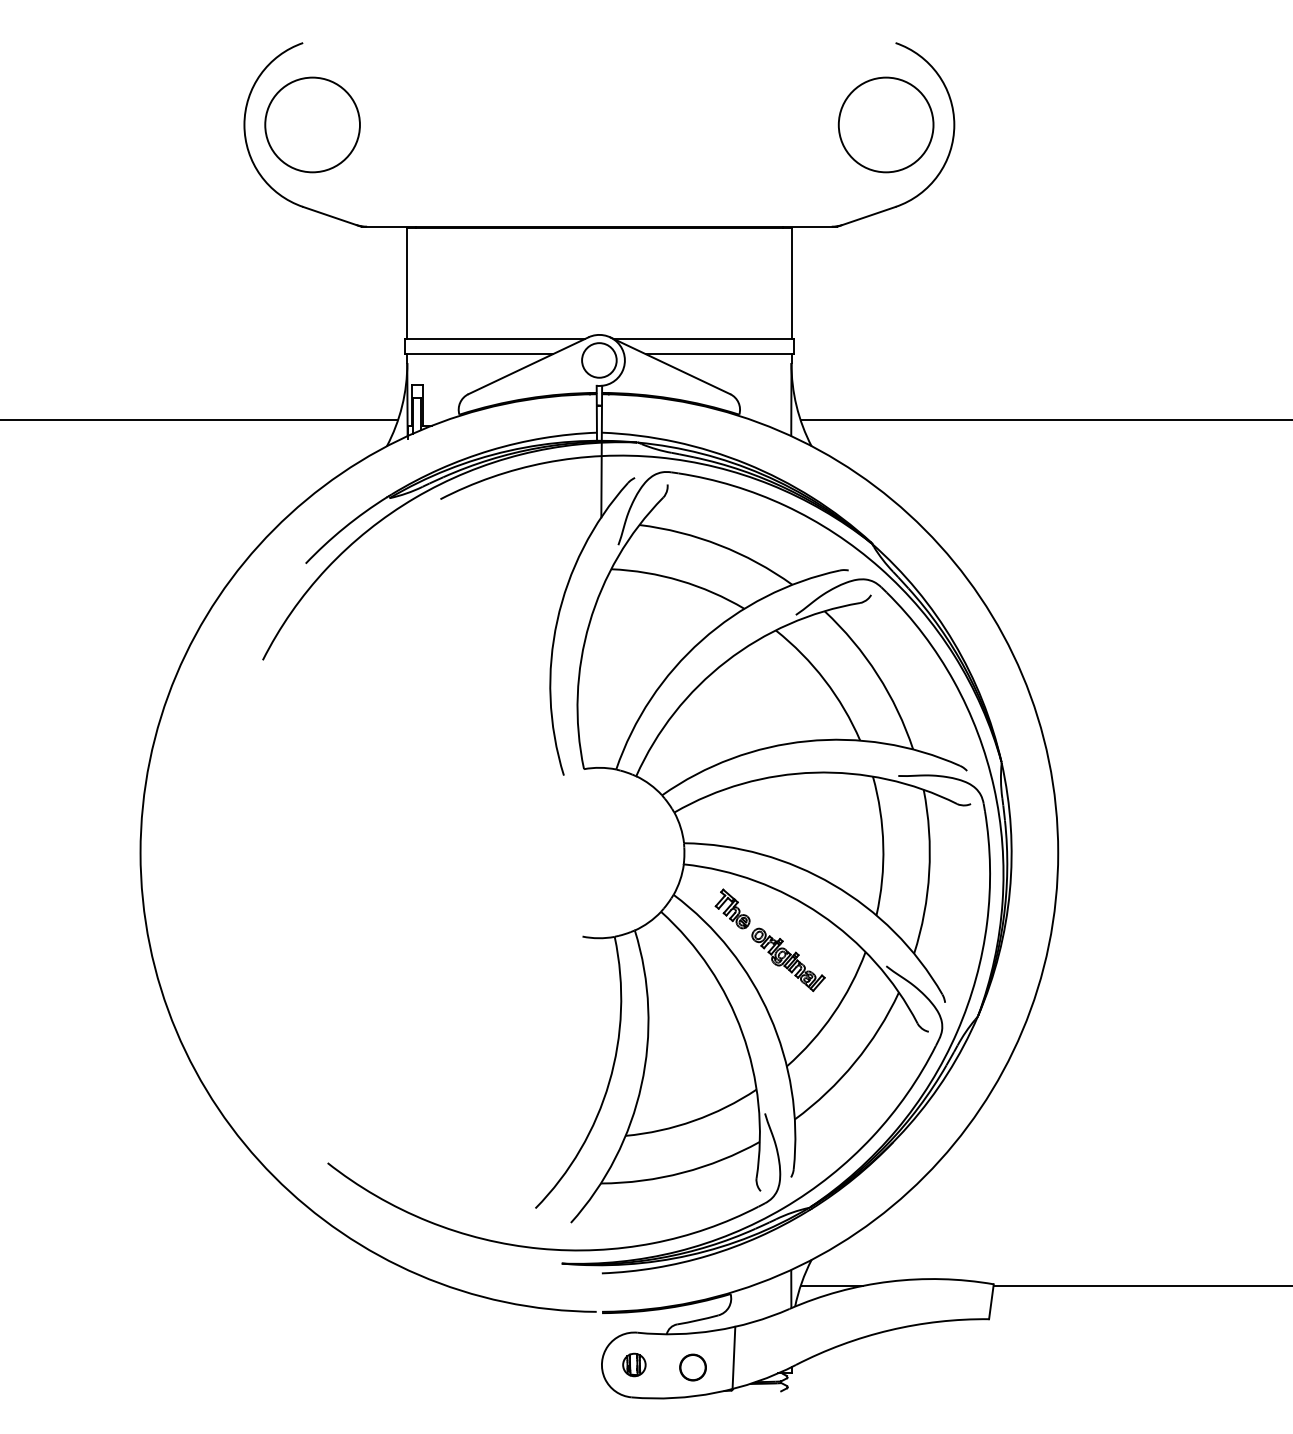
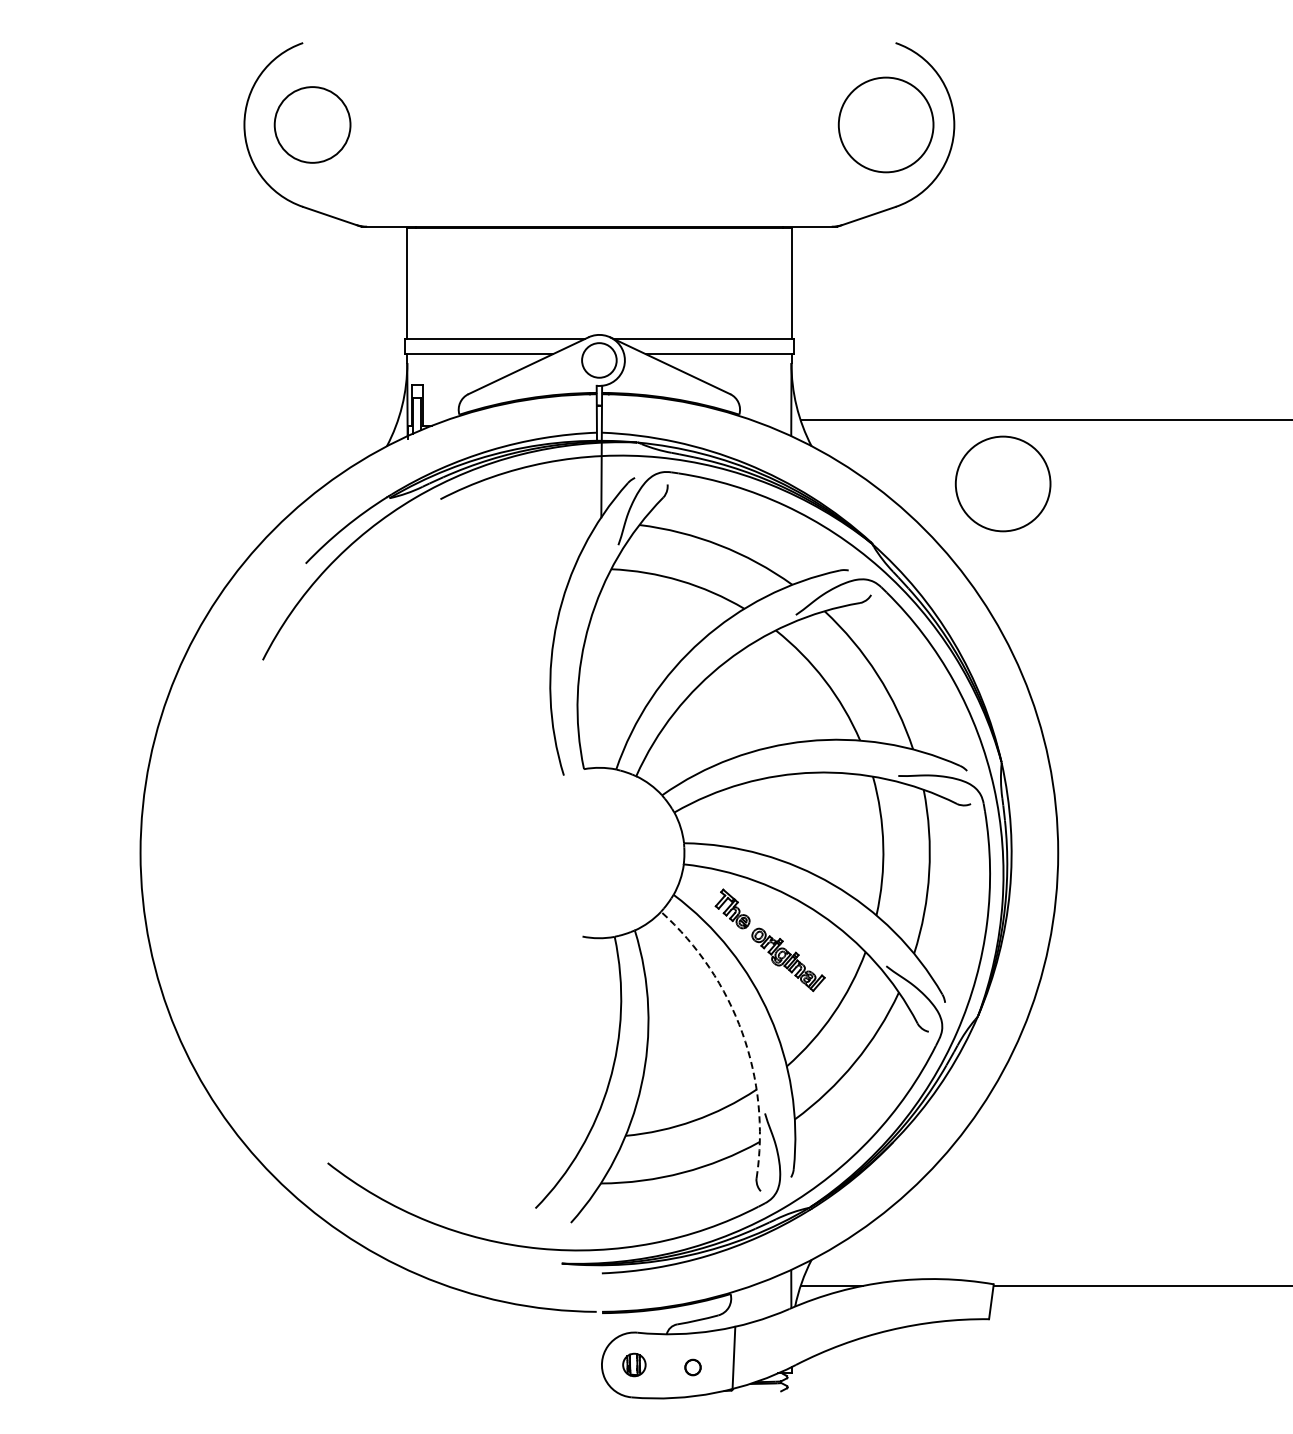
circle at (312, 124) diameter: 95 px -> 76 px
line at (199, 420): present -> none
circle at (1002, 483): none -> present
arc at (742, 1032): solid -> dashed
part at (692, 1367) size: 28x29 px -> 18x19 px
